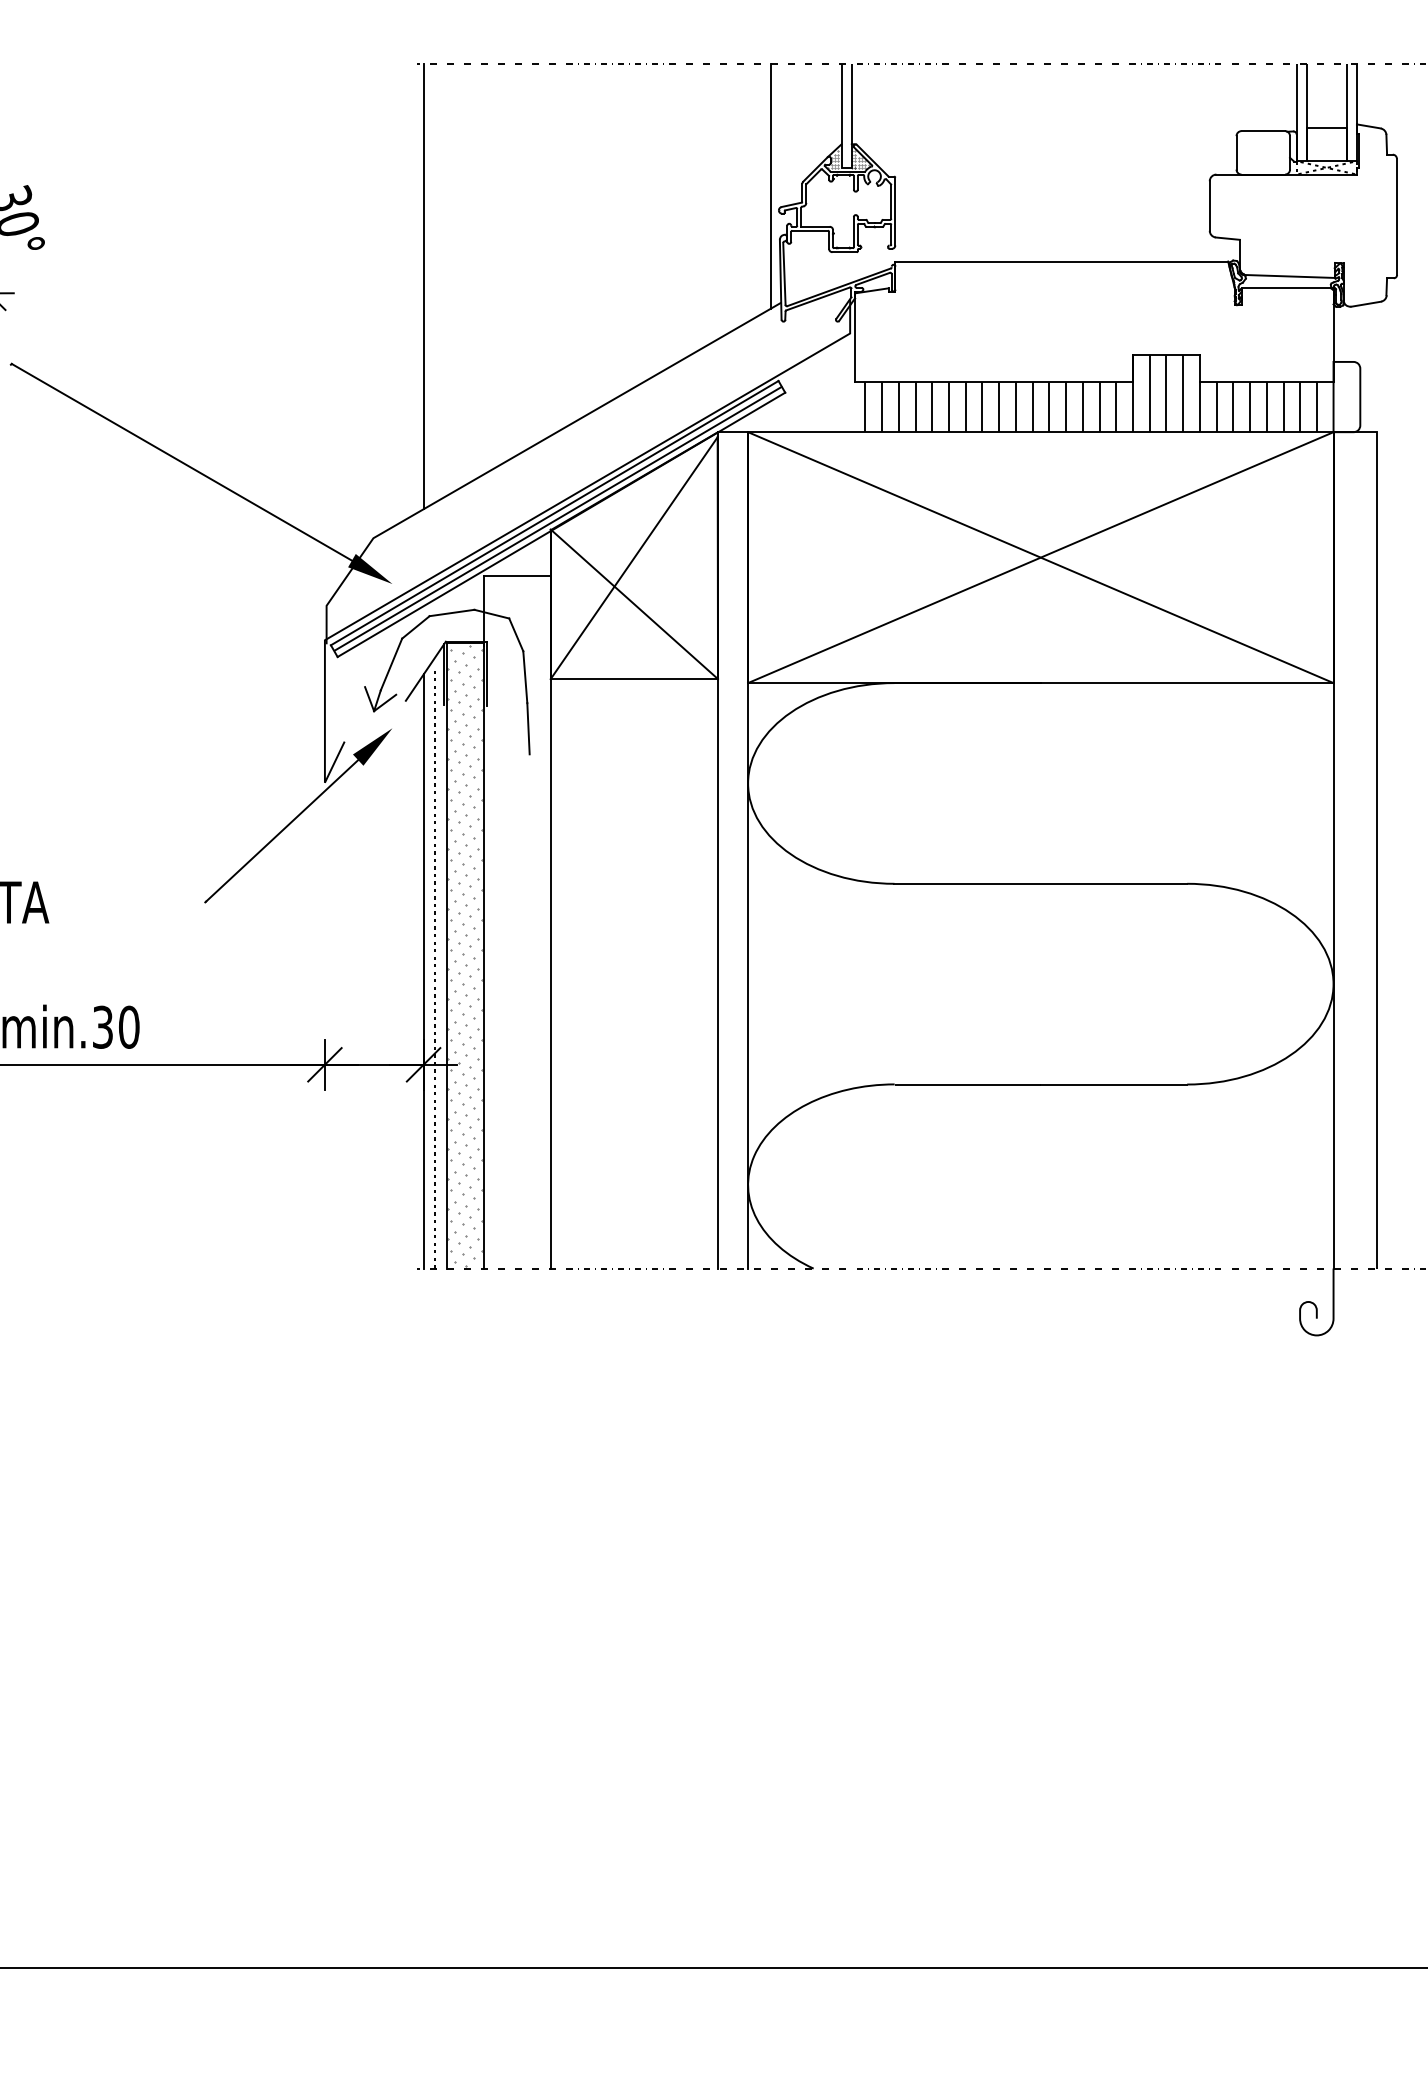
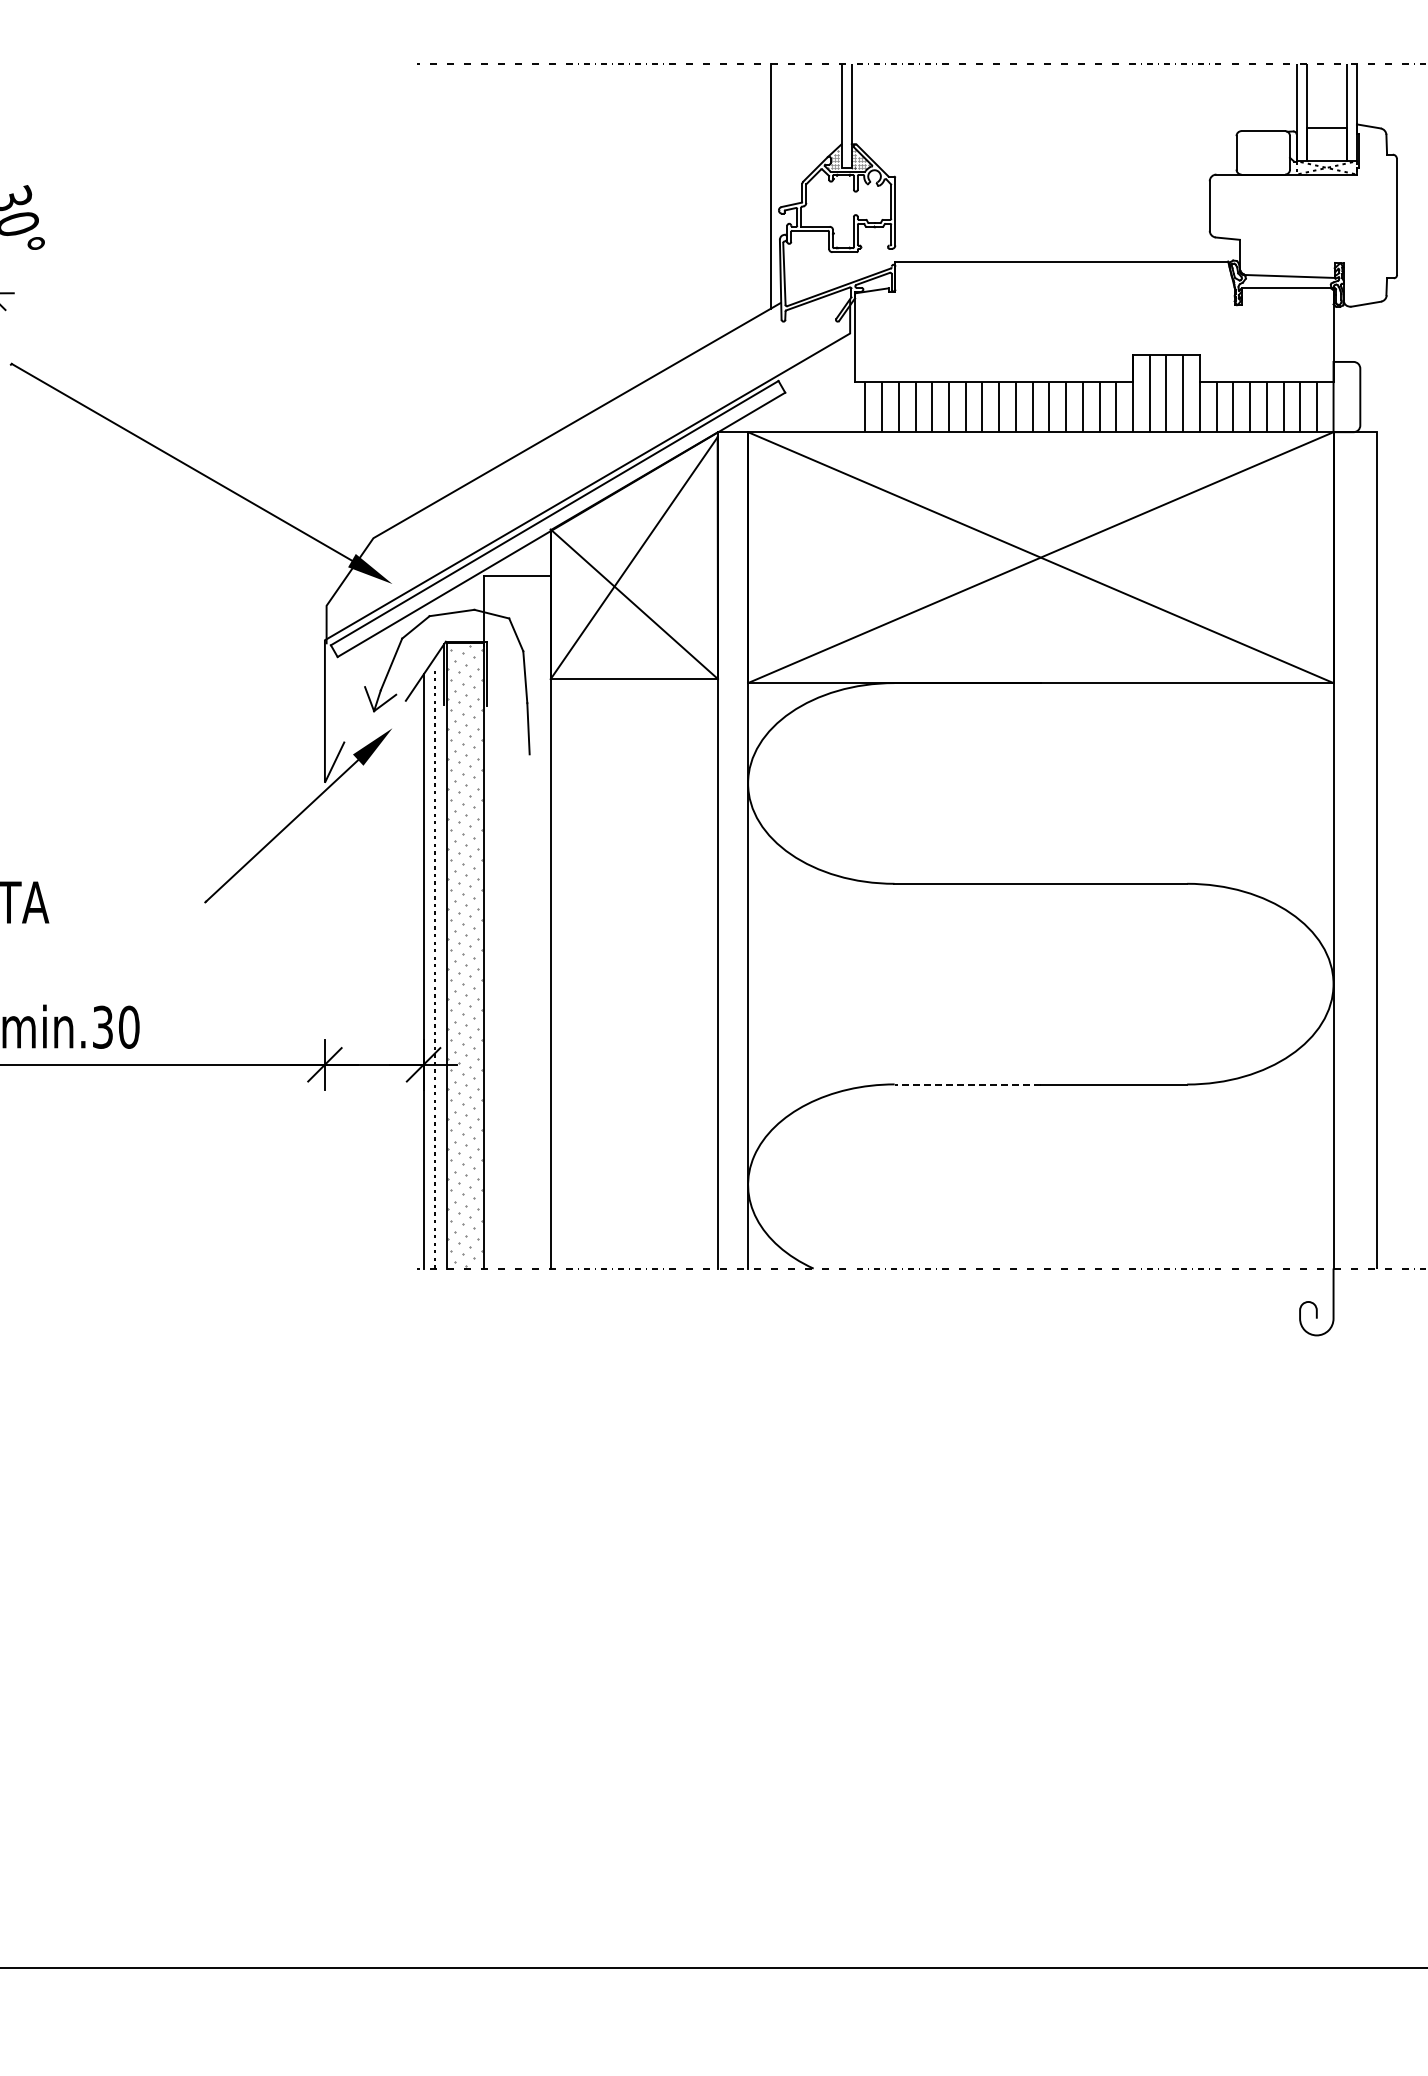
line at (423, 286): present -> none
line at (558, 518): present -> none
line at (967, 1084): solid -> dashed
